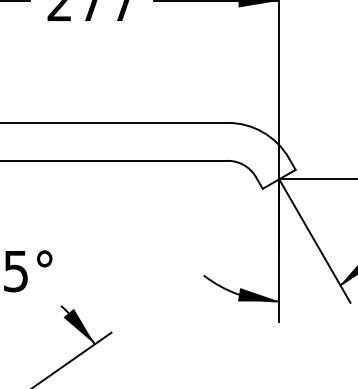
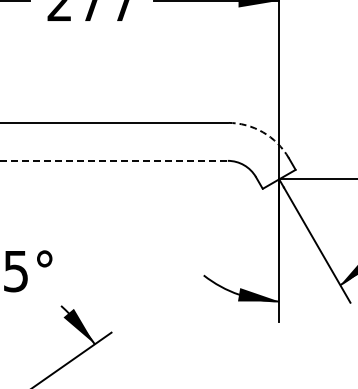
arc at (263, 132): solid -> dashed
line at (114, 160): solid -> dashed
